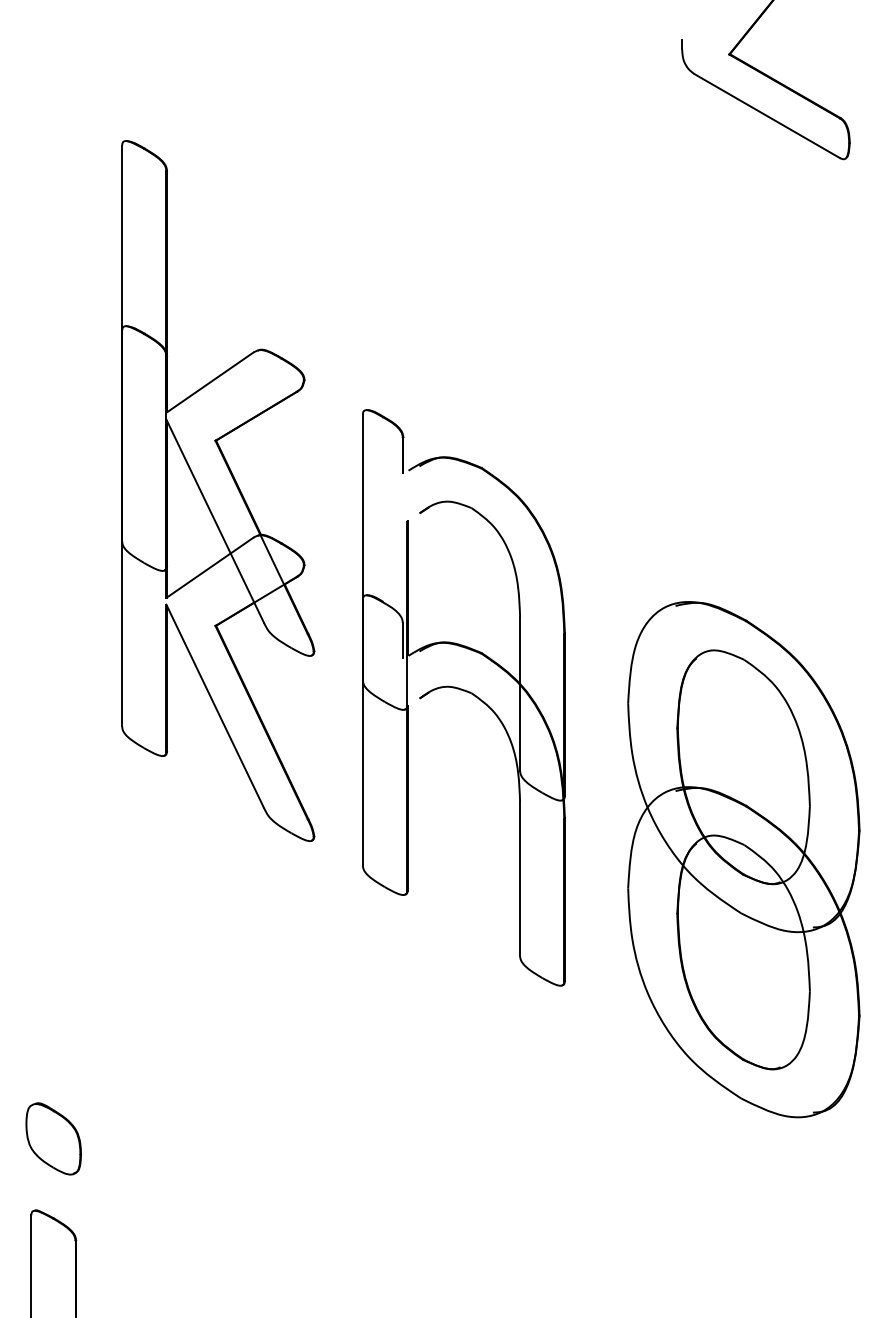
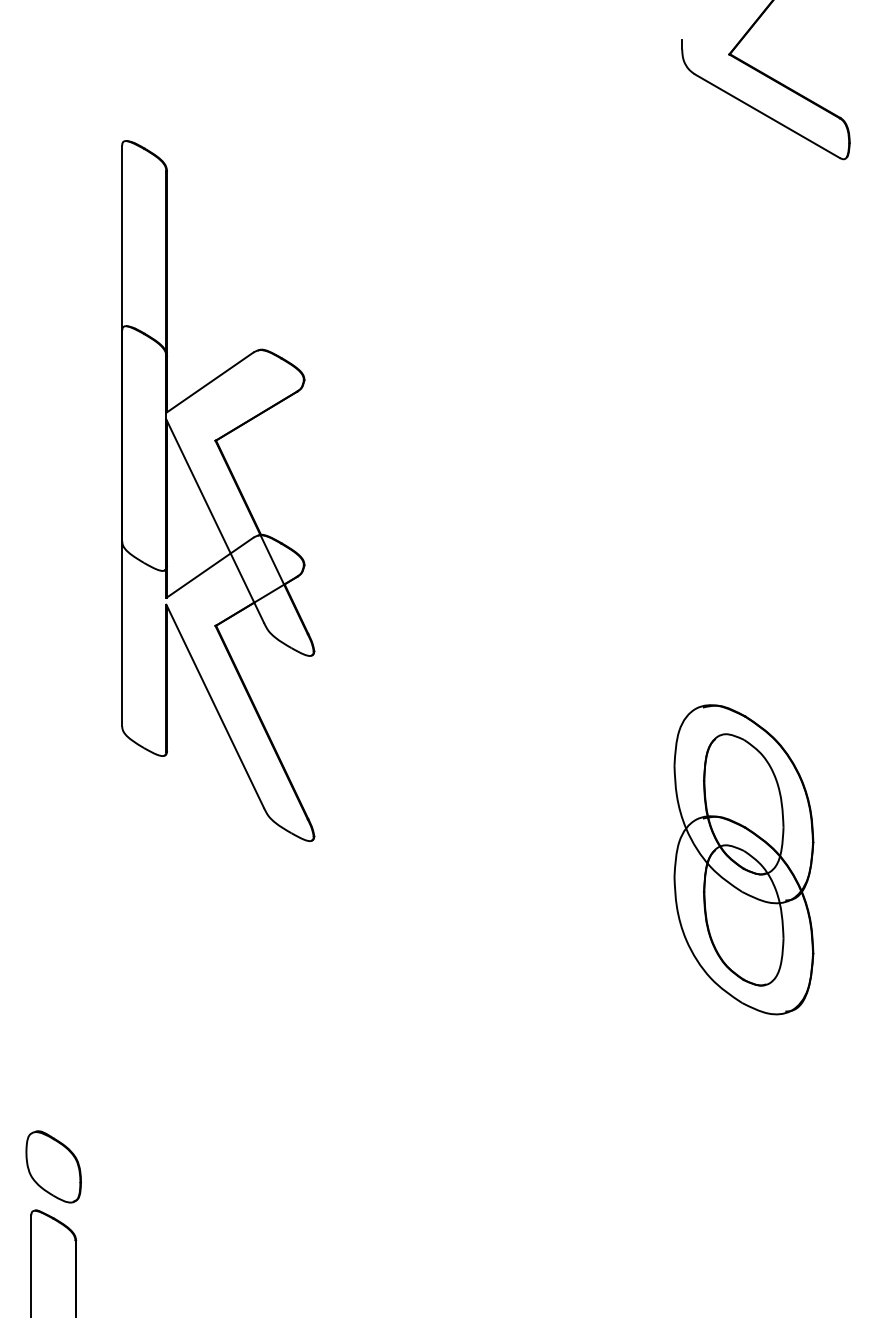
part at (463, 697): present -> none
part at (743, 859) size: 234x518 px -> 142x312 px
part at (53, 1138) position: (53, 1138) -> (53, 1166)
